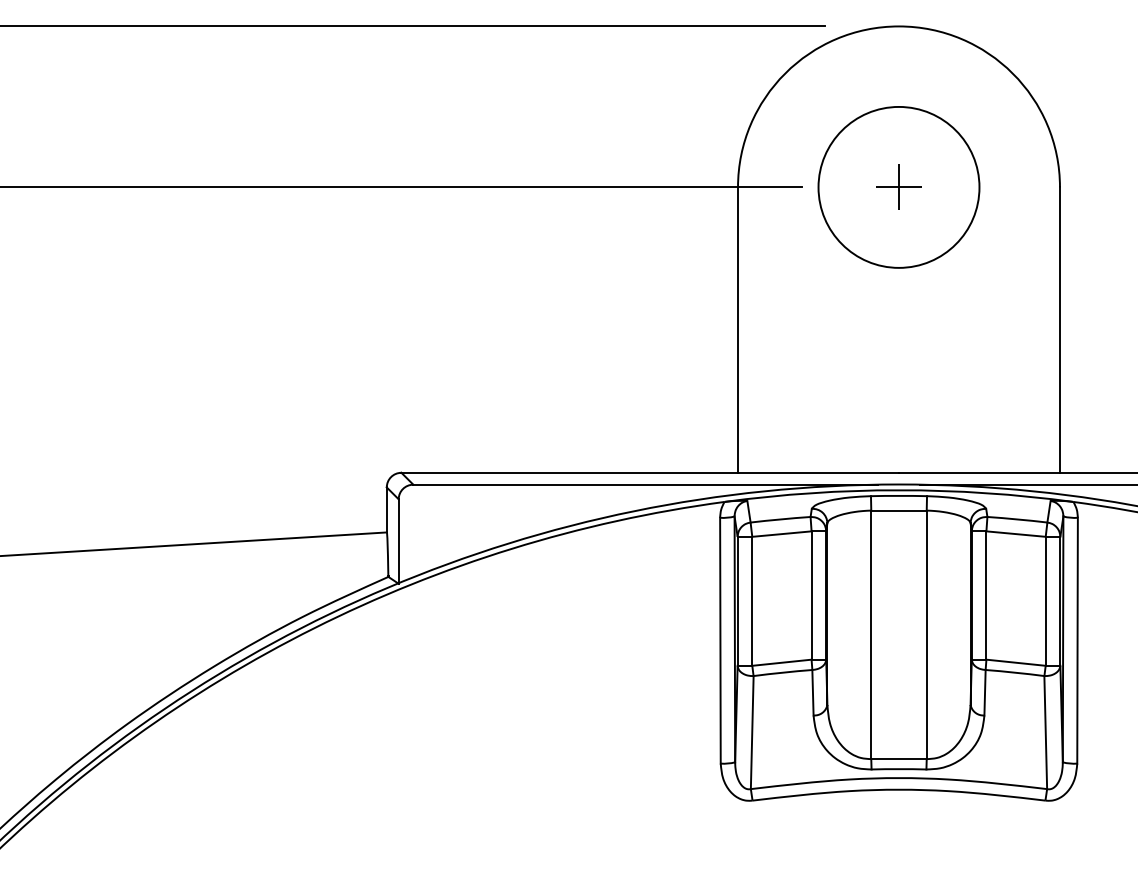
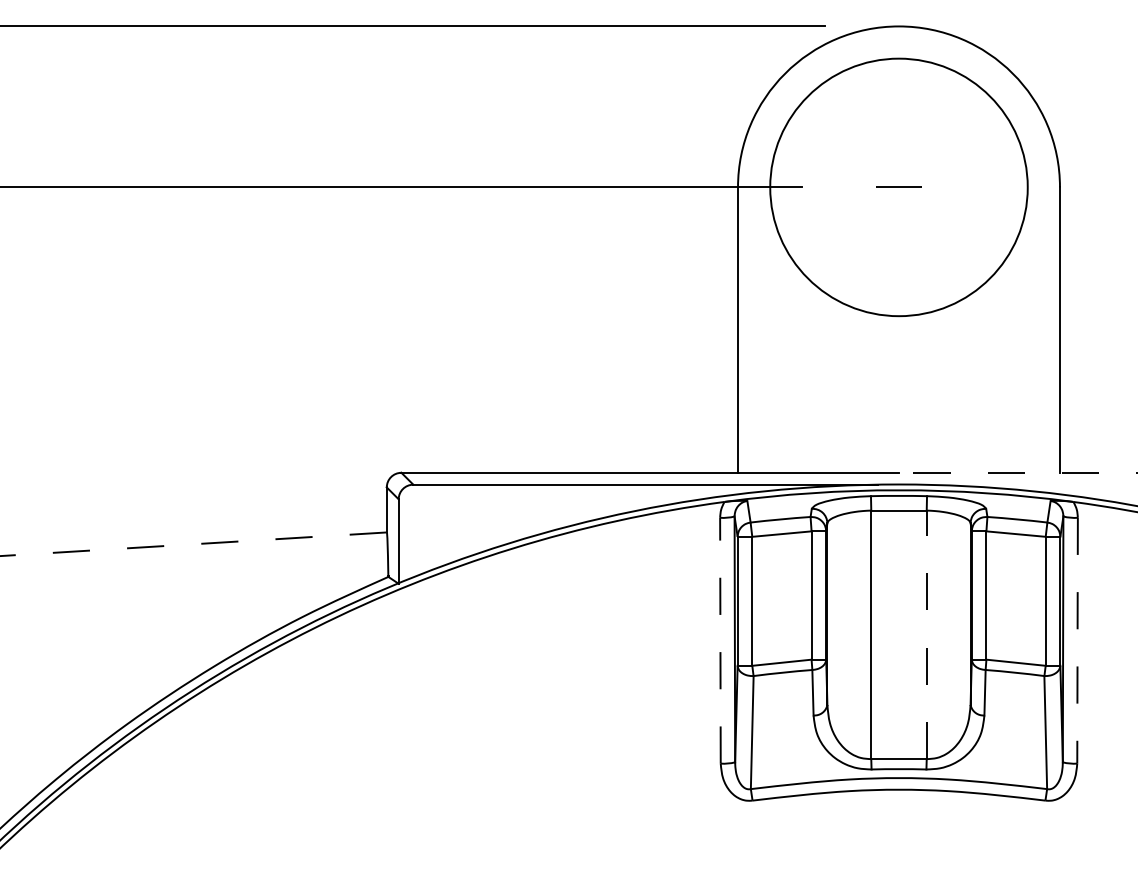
circle at (898, 186) diameter: 161 px -> 258 px
line at (899, 187): present -> none
line at (1017, 472): solid -> dashed
line at (1027, 484): present -> none
line at (193, 544): solid -> dashed
line at (926, 634): solid -> dashed
line at (720, 640): solid -> dashed
line at (1077, 640): solid -> dashed
